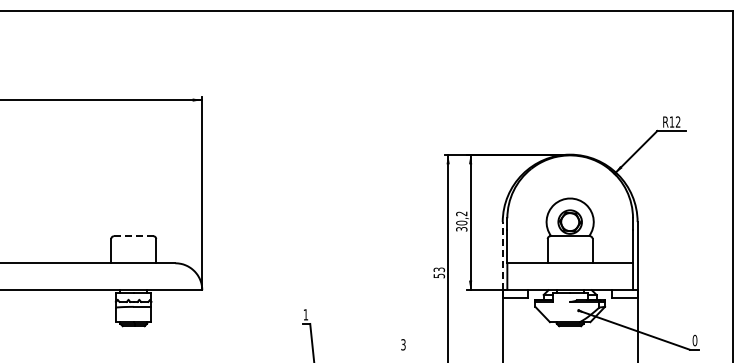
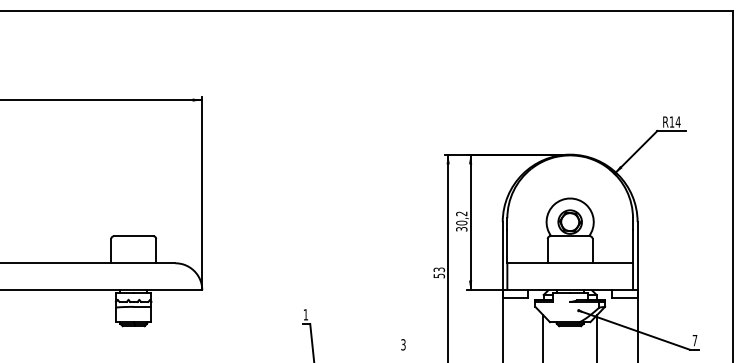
text at (677, 121): R12 -> R14
line at (133, 236): dashed -> solid
line at (502, 255): dashed -> solid
line at (543, 337): none -> present
line at (597, 337): none -> present
text at (694, 340): 0 -> 7
